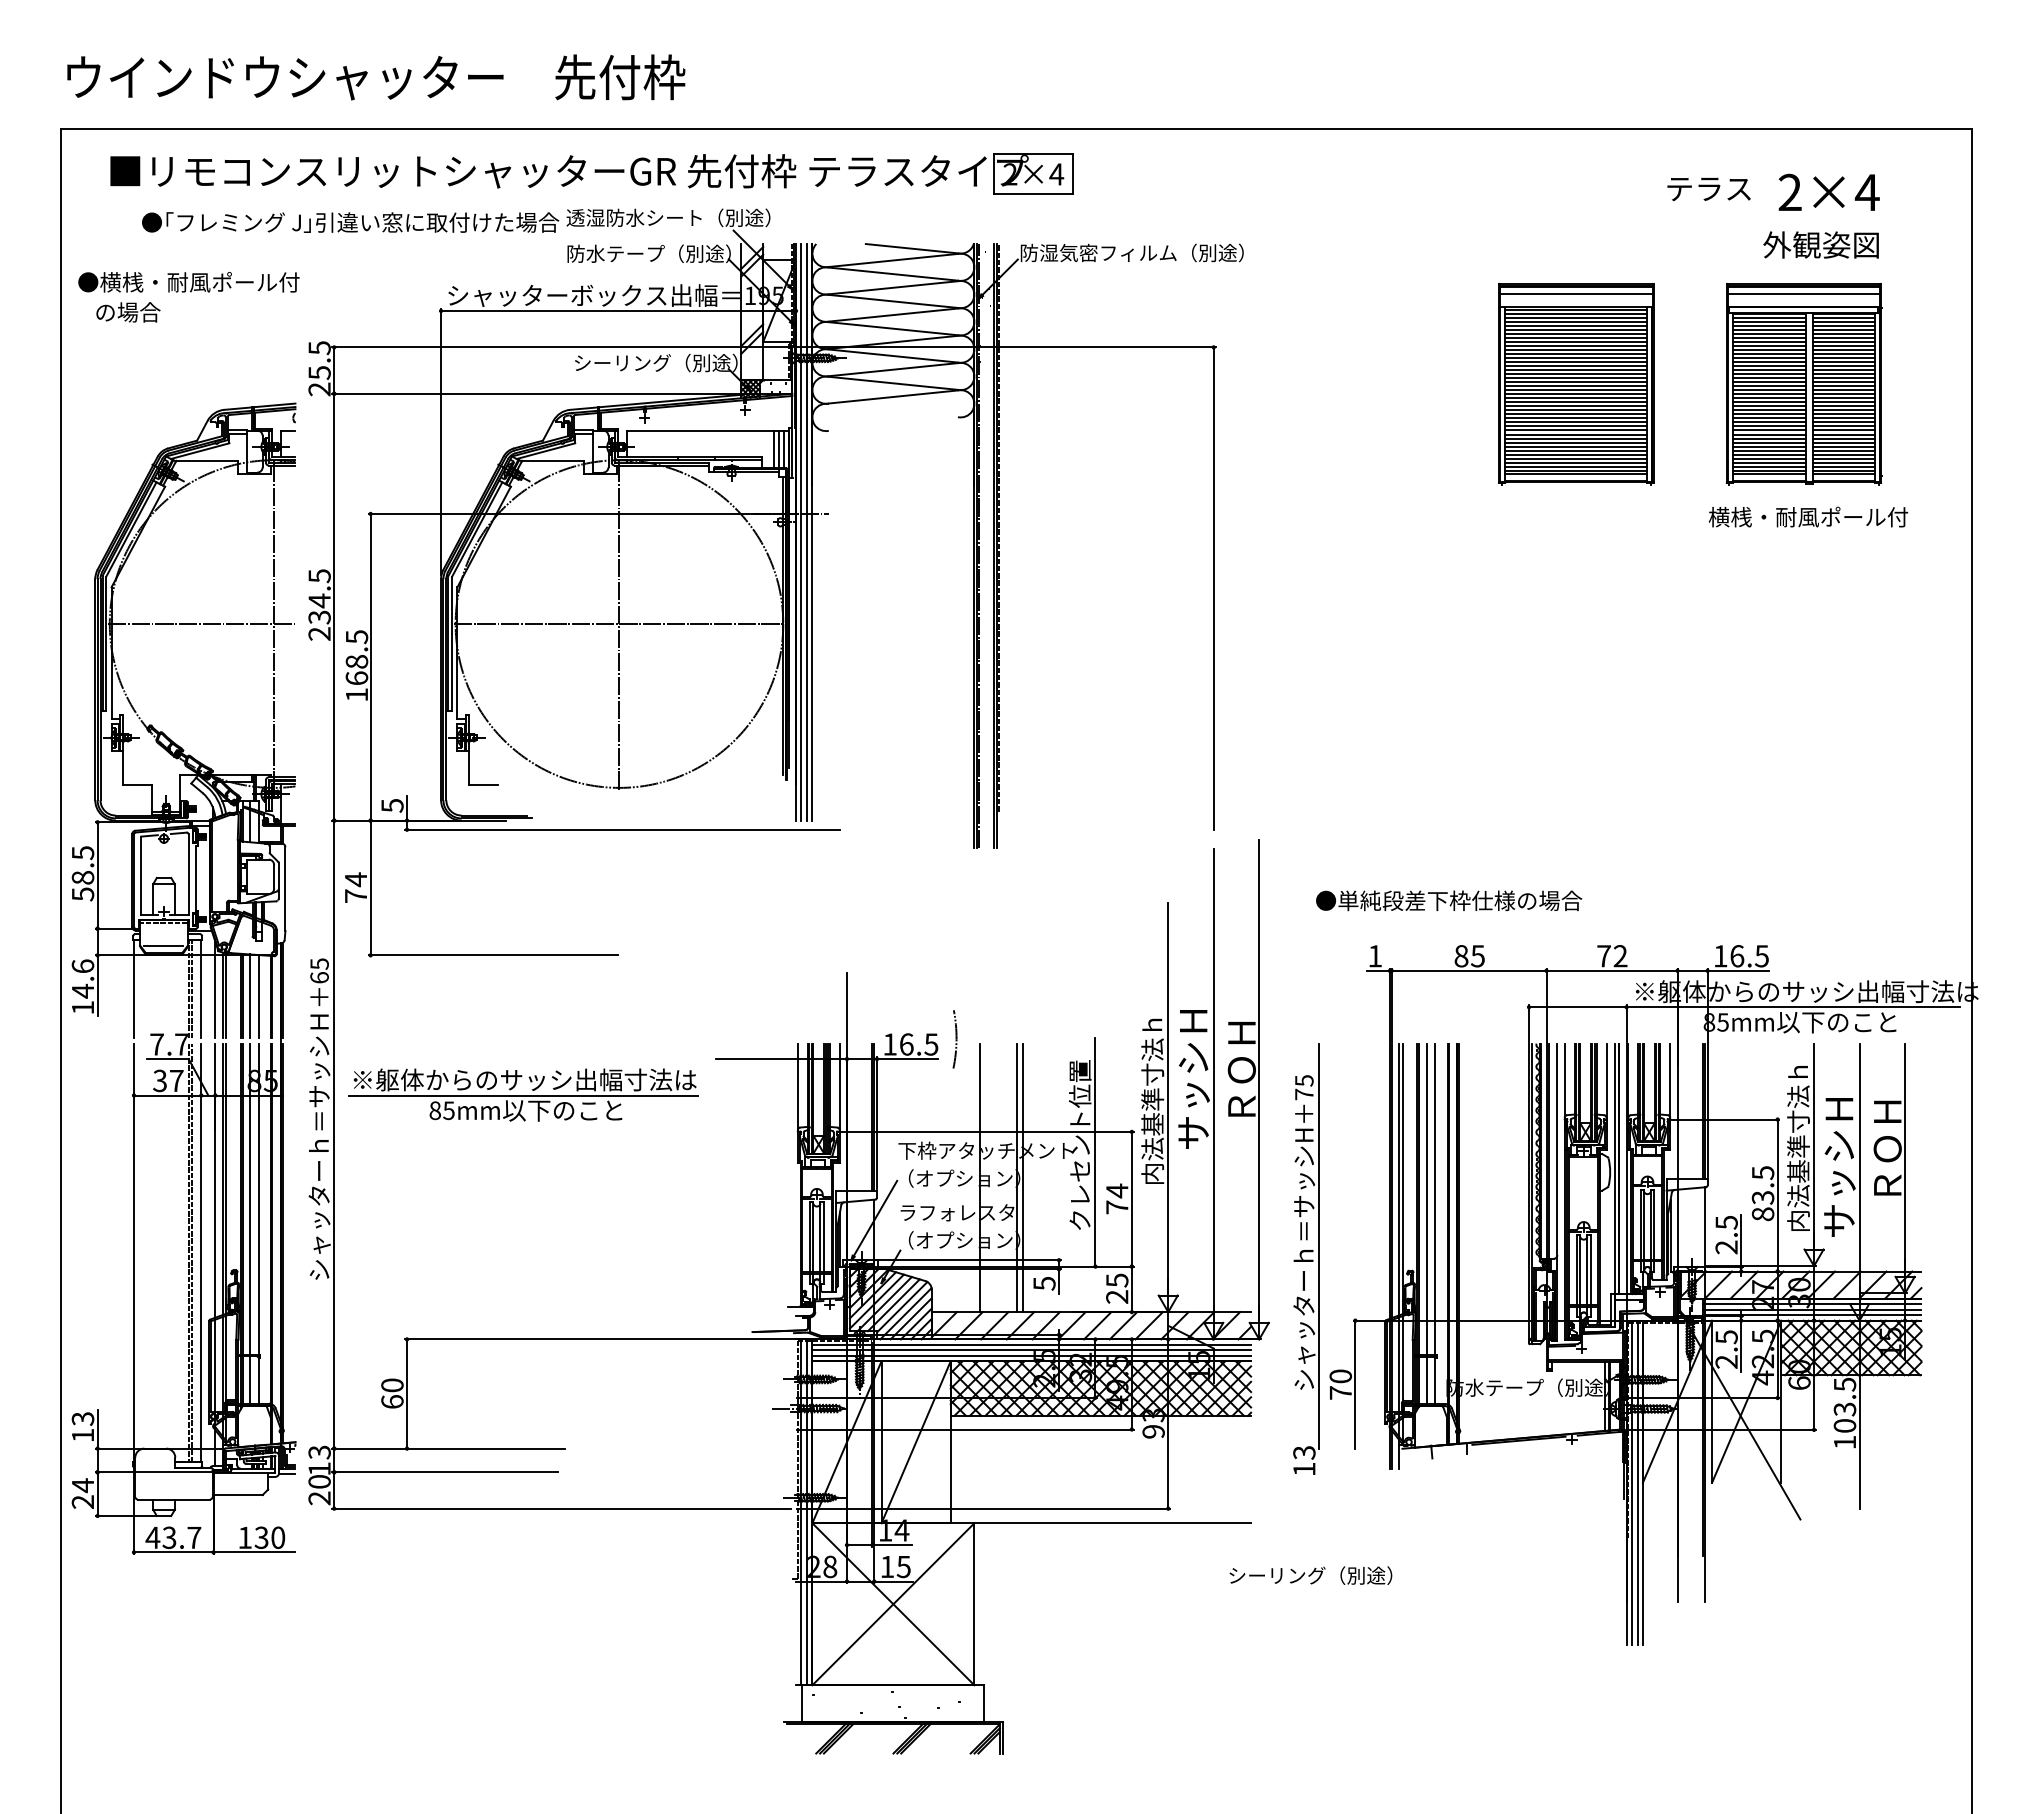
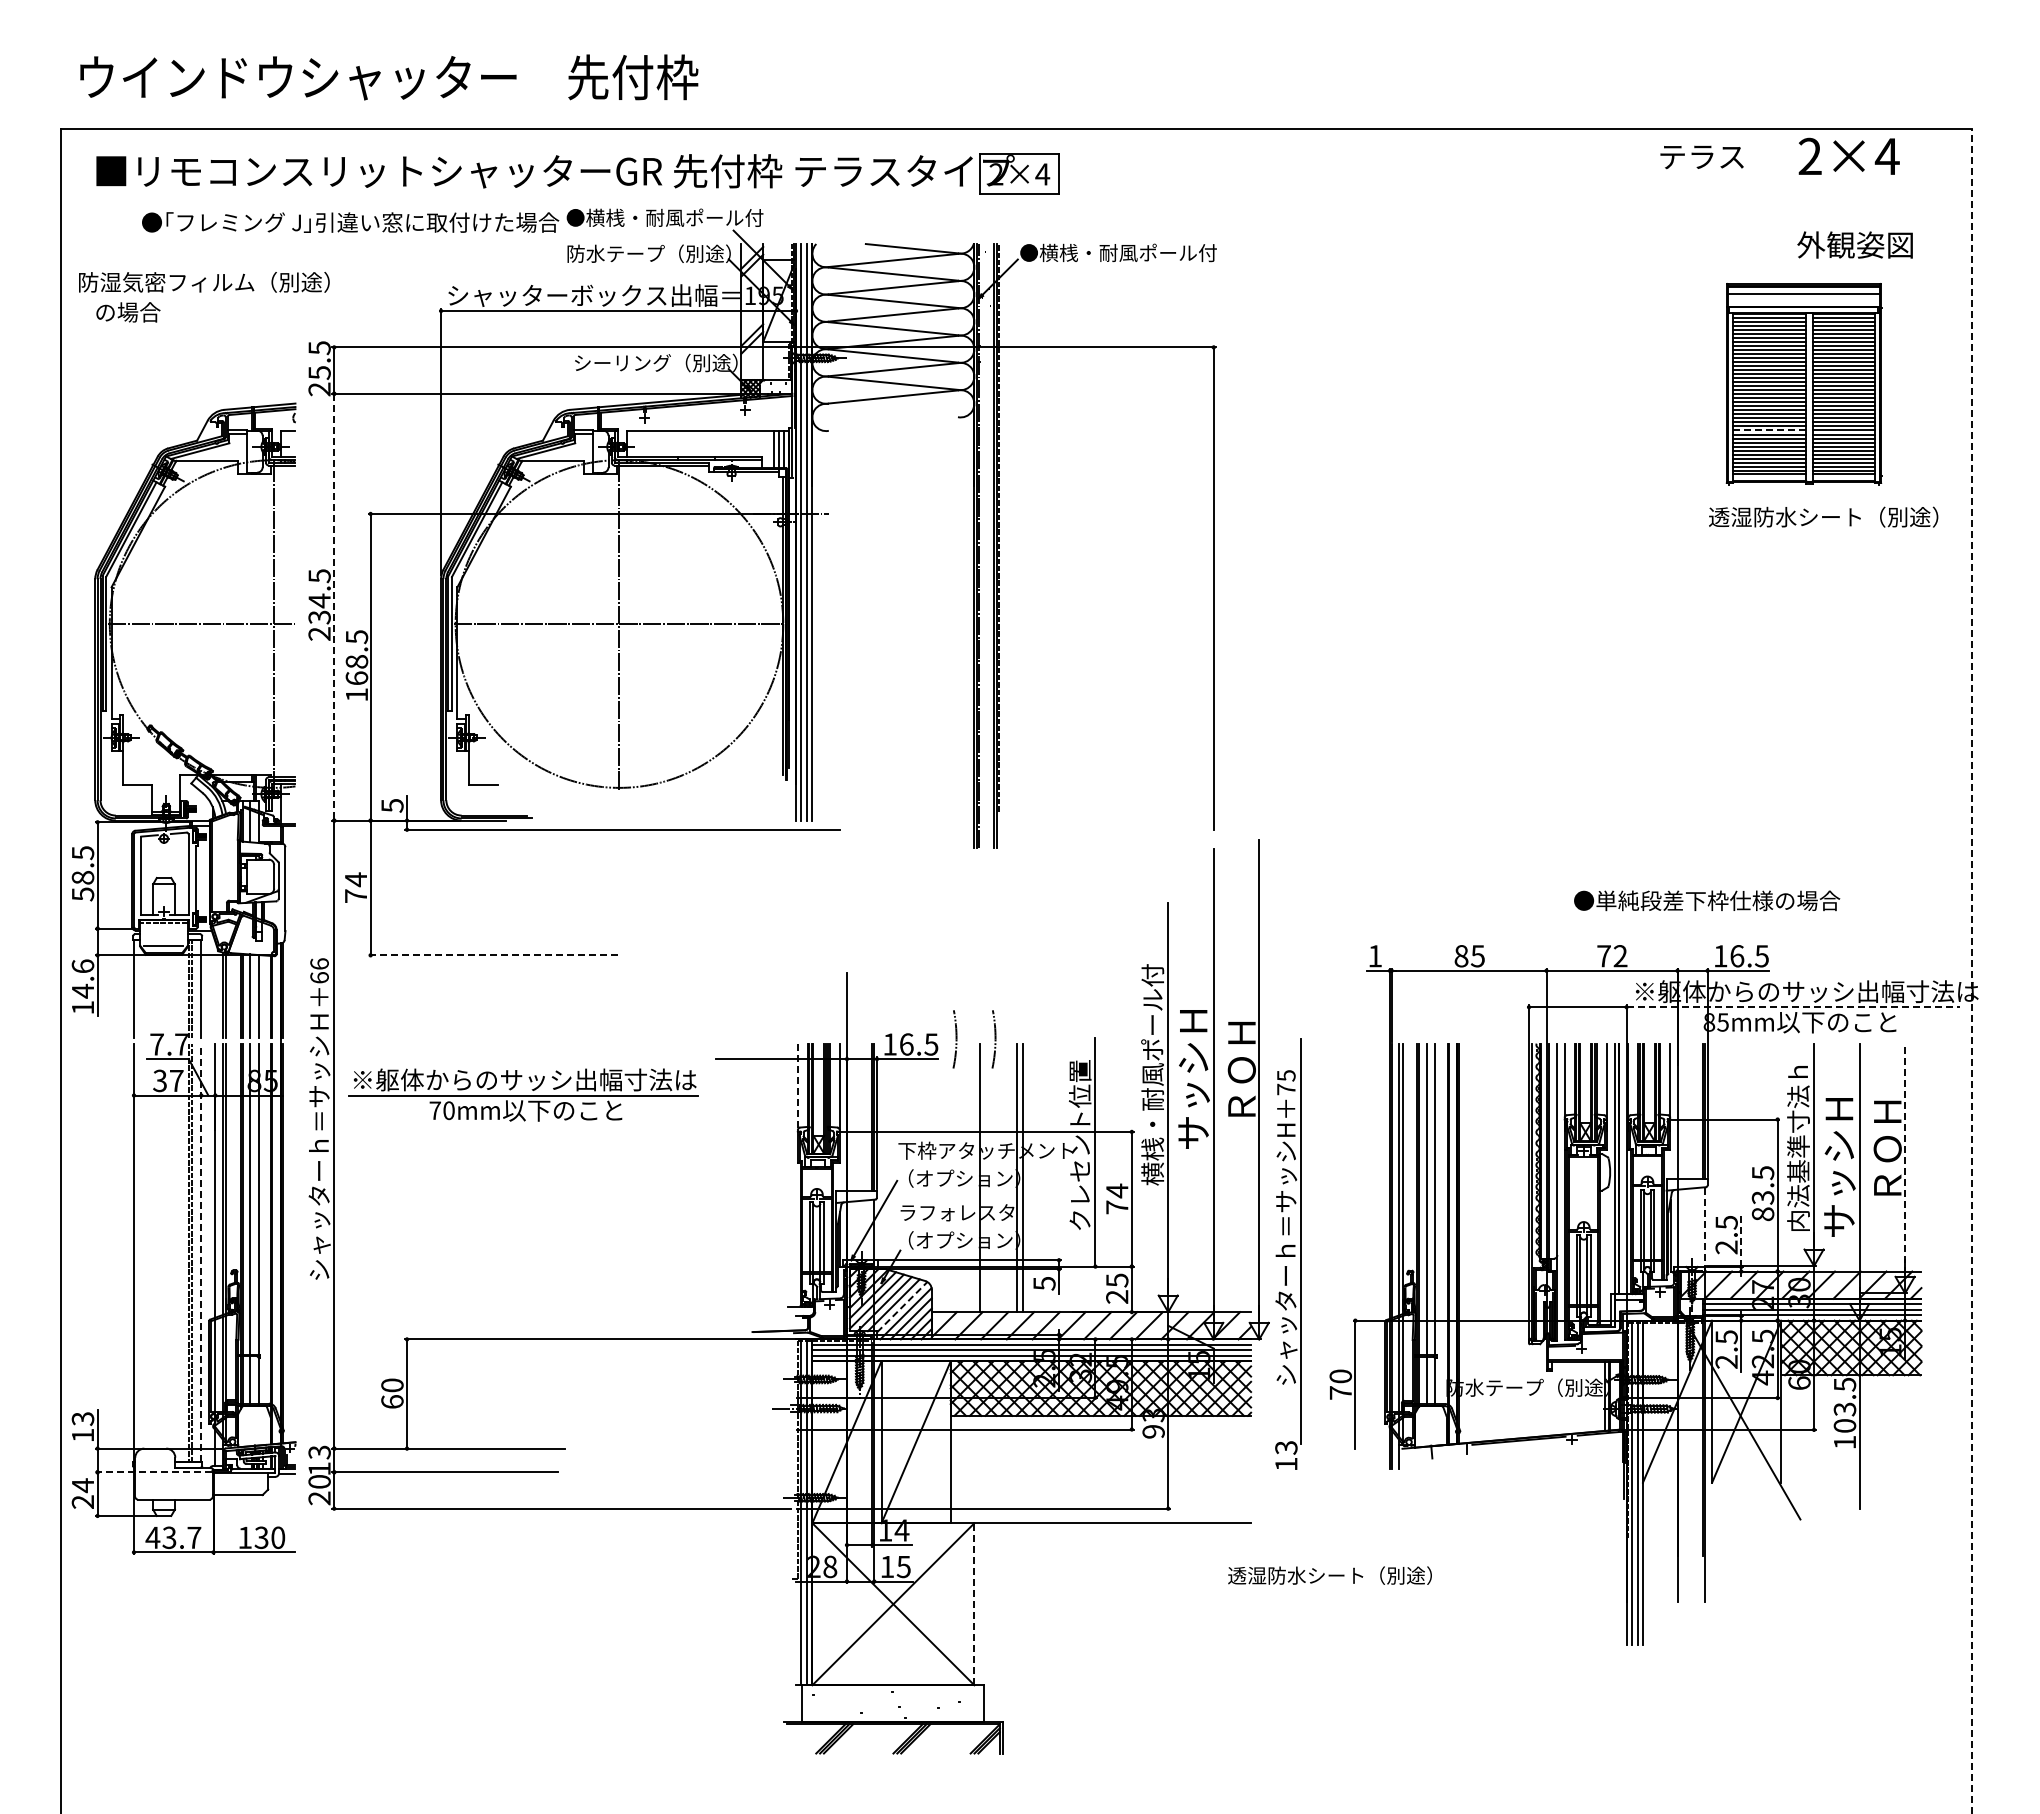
text at (376, 77) position: (376, 77) -> (389, 77)
part at (591, 173) position: (591, 173) -> (577, 173)
text at (1708, 189) position: (1708, 189) -> (1701, 157)
text at (1828, 191) position: (1828, 191) -> (1848, 155)
text at (668, 217): 透湿防水シート（別途） -> ●横桟・耐風ポール付
text at (1820, 244) position: (1820, 244) -> (1854, 244)
text at (1131, 252): 防湿気密フィルム（別途） -> ●横桟・耐風ポール付
text at (203, 281): ●横桟・耐風ポール付 -> 防湿気密フィルム（別途）
part at (1576, 384): present -> none
line at (1769, 430): solid -> dashed
text at (1823, 516): 横桟・耐風ポール付 -> 透湿防水シート（別途）
line at (334, 607): solid -> dashed
text at (1449, 900) position: (1449, 900) -> (1707, 900)
line at (492, 955): solid -> dashed
text at (319, 963): 65 -> 66
line at (1972, 970): solid -> dashed
line at (215, 990): present -> none
line at (1793, 1007): solid -> dashed
arc at (994, 1039): none -> present
text at (1152, 1074): 内法基準寸法ｈ -> 横桟・耐風ポール付
line at (797, 1087): solid -> dashed
text at (441, 1110): 85mm -> 70mm
line at (1905, 1158): solid -> dashed
line at (1704, 1228): solid -> dashed
line at (1741, 1241): solid -> dashed
line at (201, 1252): solid -> dashed
part at (1306, 1258) position: (1306, 1258) -> (1288, 1253)
line at (902, 1307): solid -> dashed
line at (153, 1472): solid -> dashed
text at (1329, 1575): シーリング（別途） -> 透湿防水シート（別途）
line at (974, 1604): solid -> dashed
